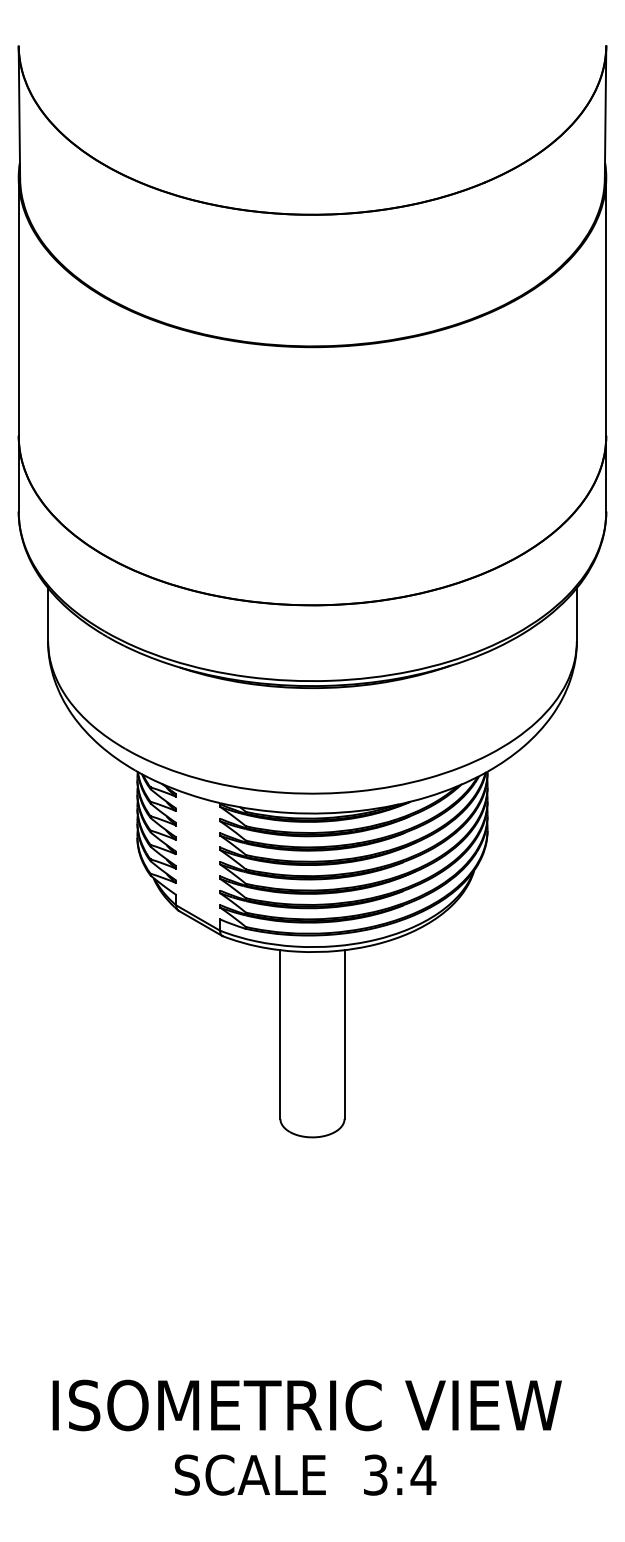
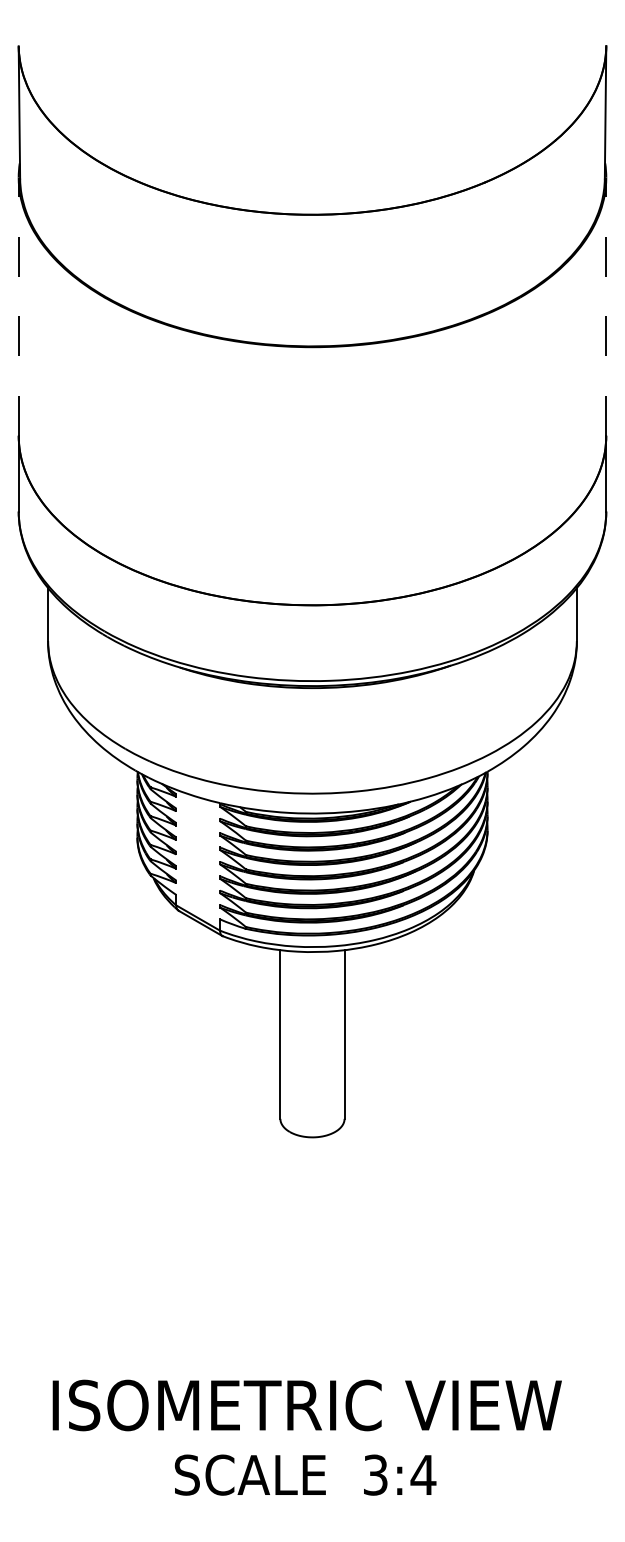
line at (18, 306): solid -> dashed
line at (606, 306): solid -> dashed
